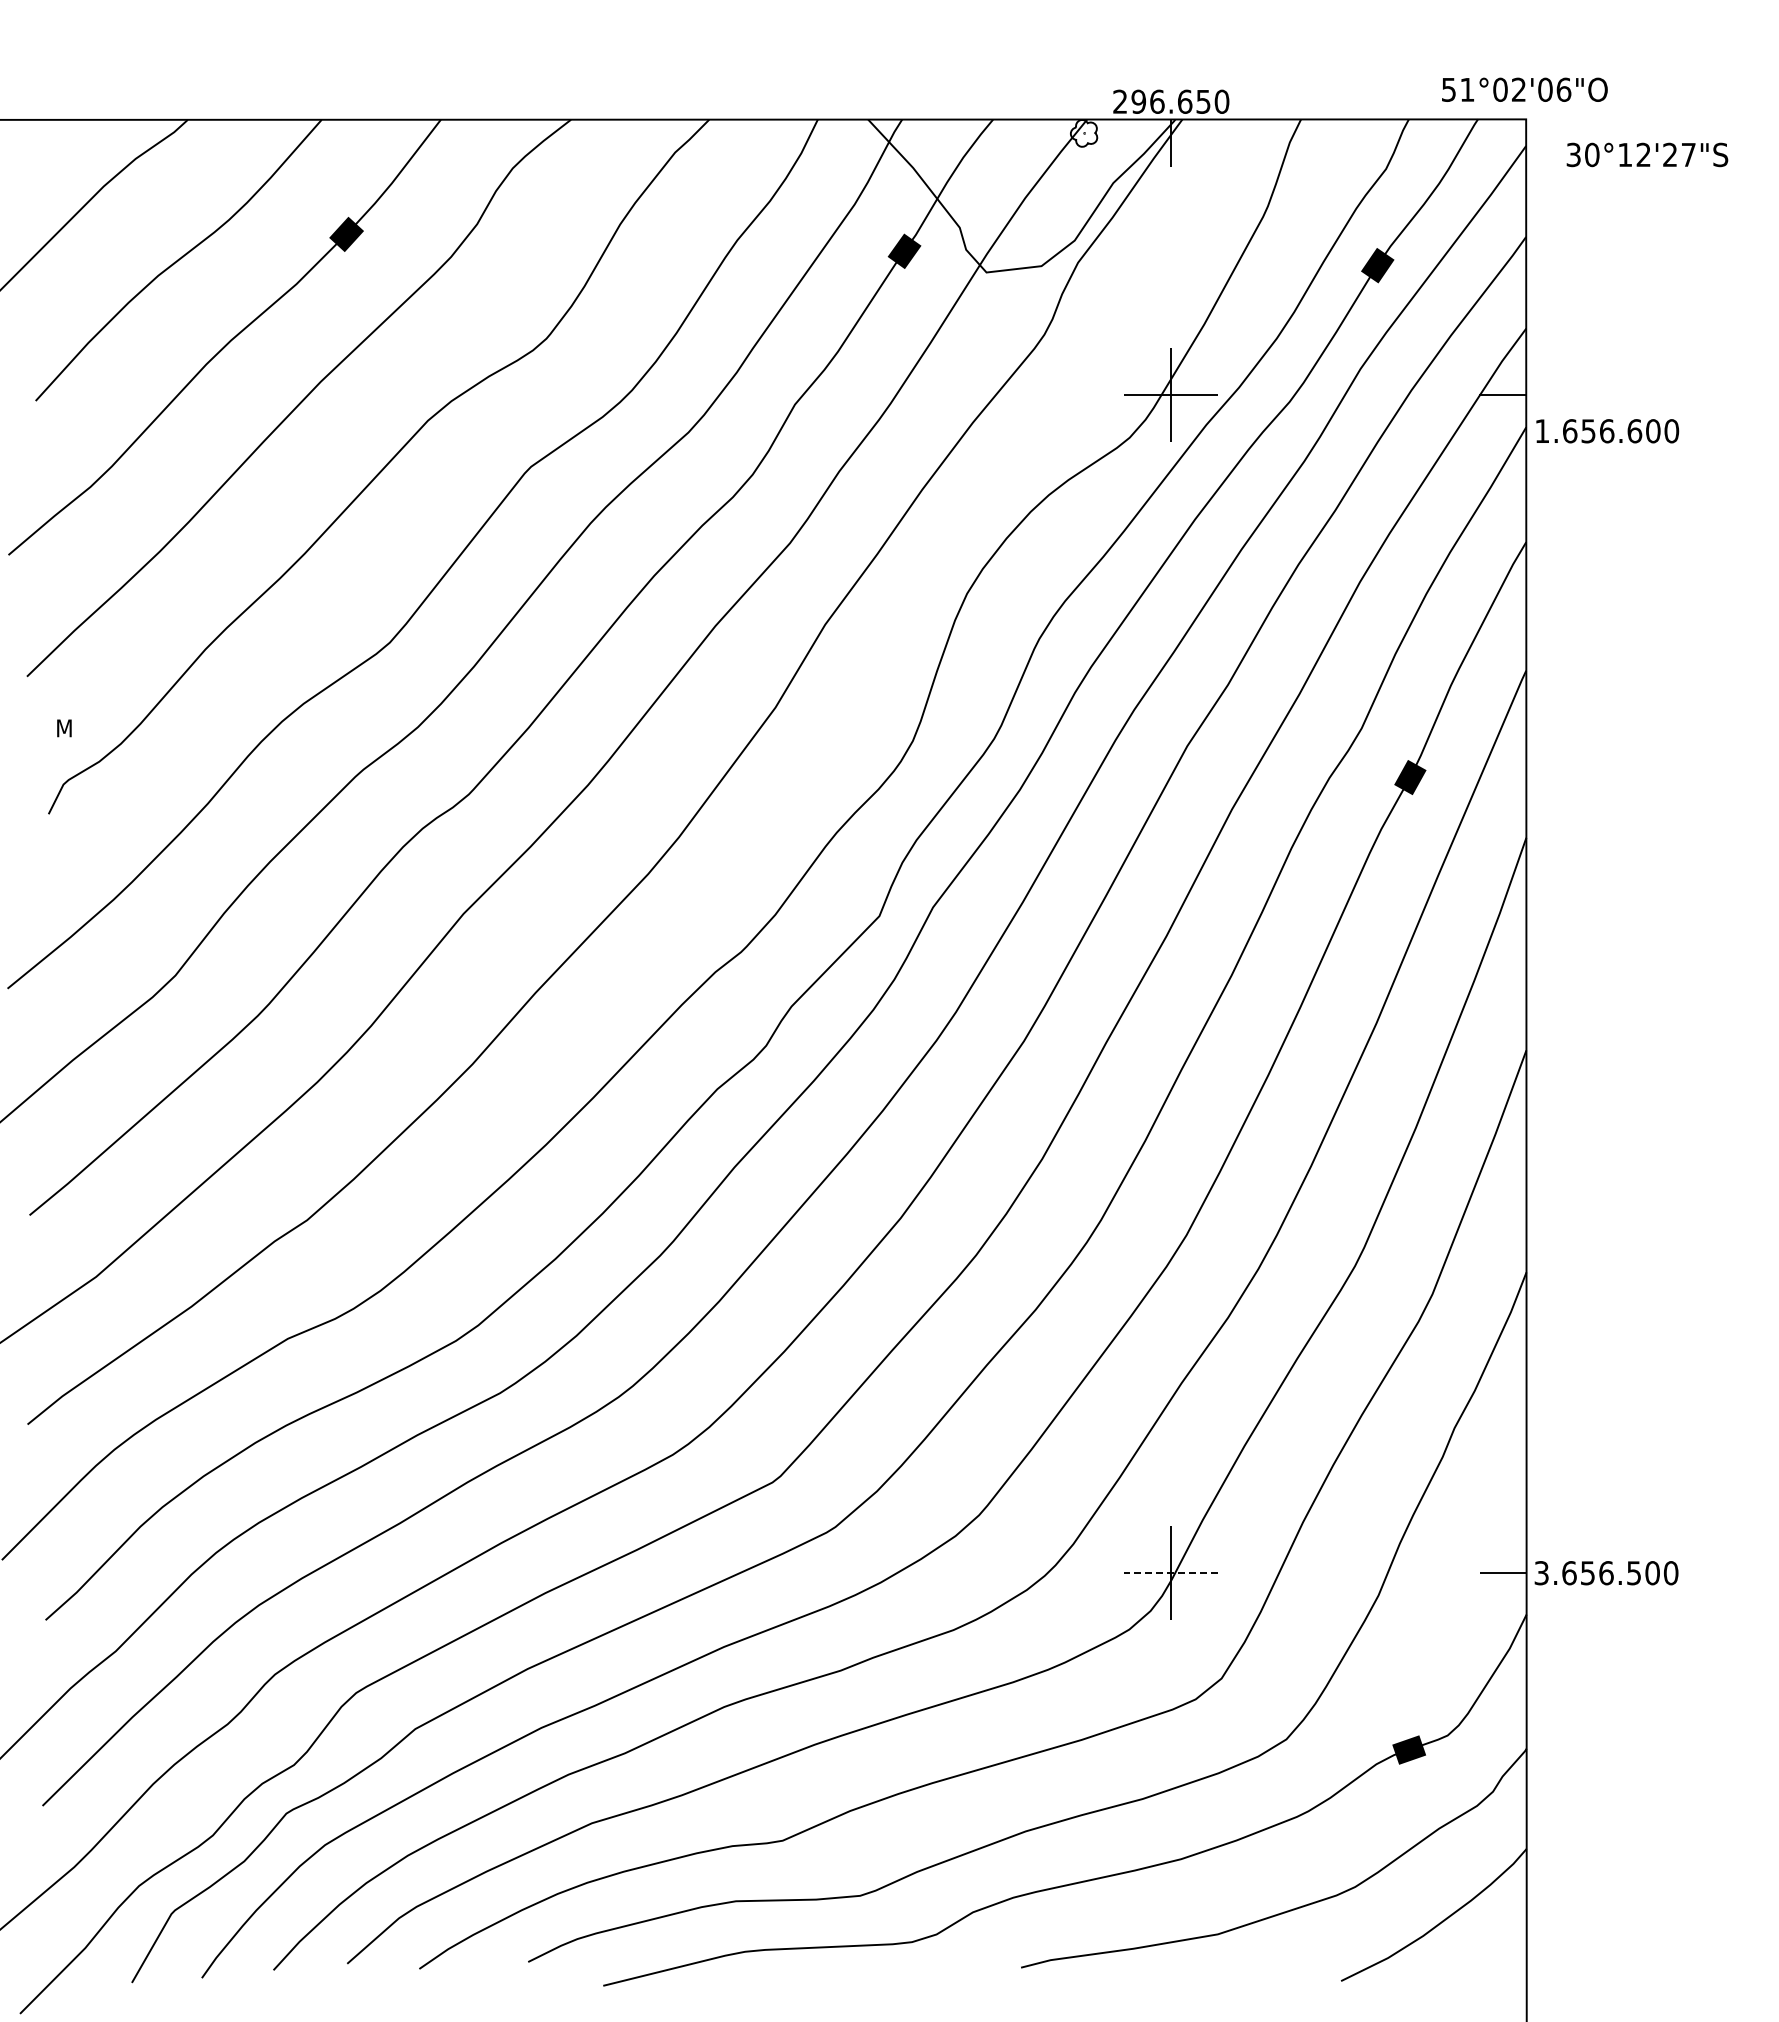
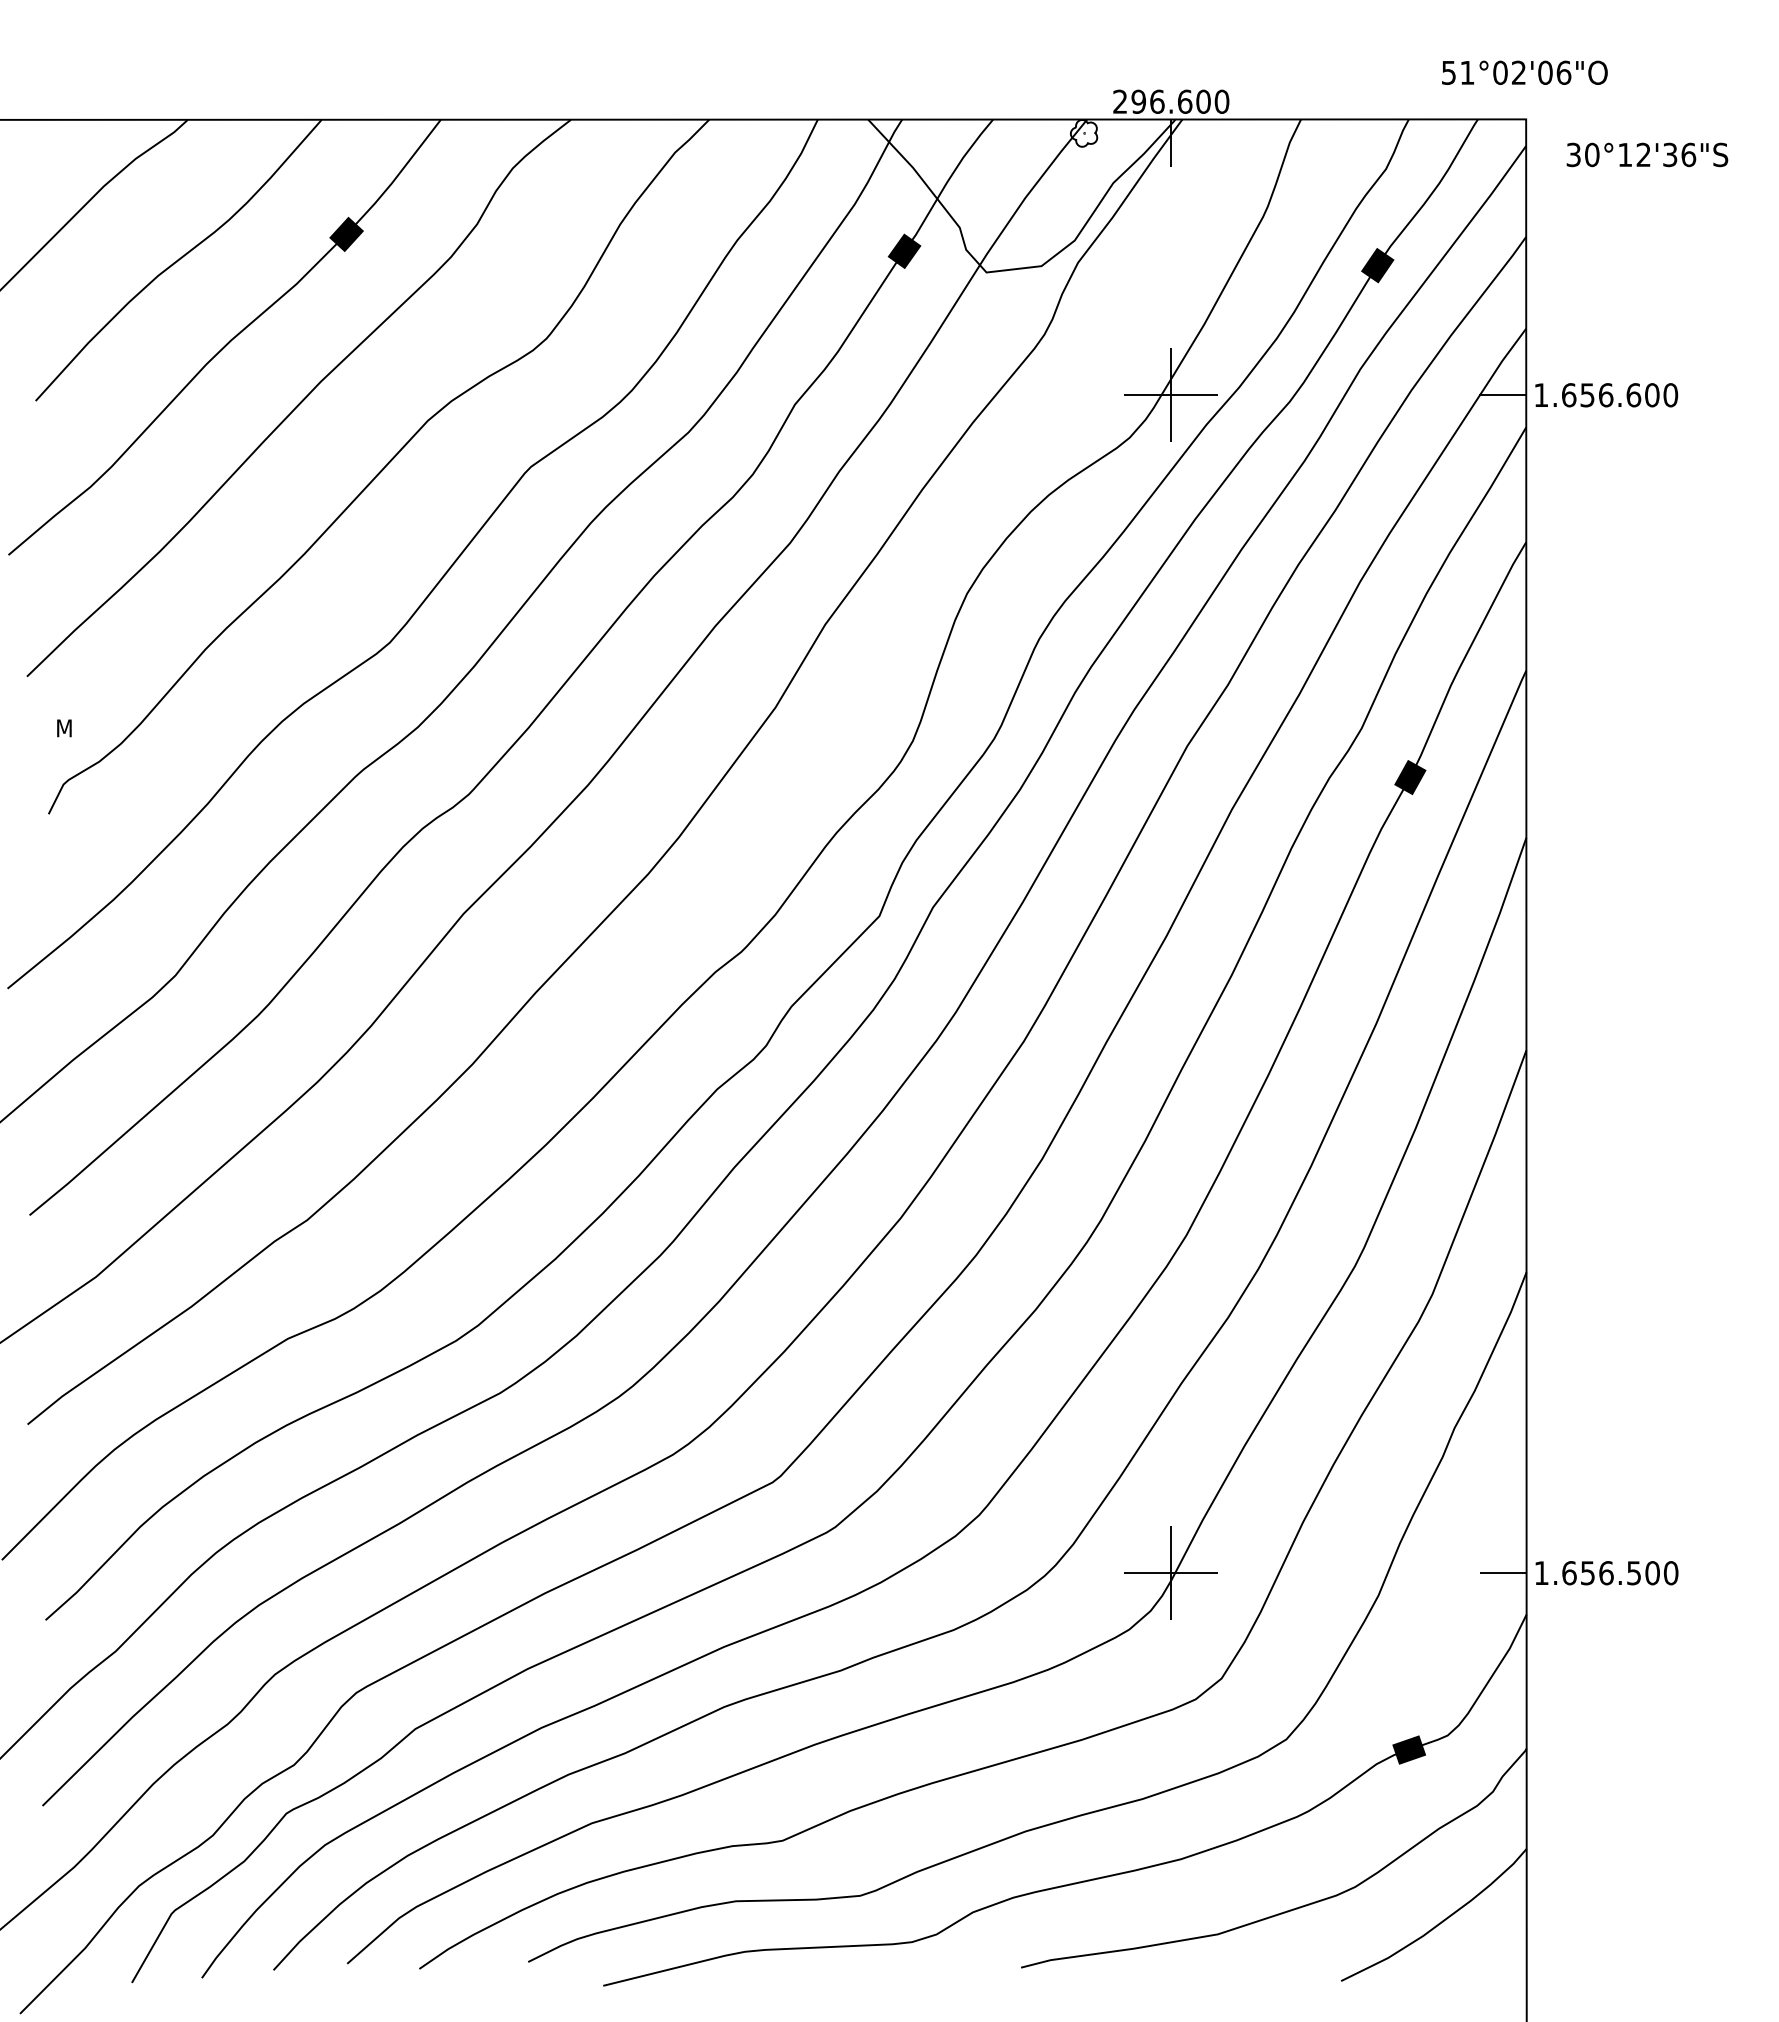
text at (1524, 89) position: (1524, 89) -> (1524, 72)
text at (1203, 101): 296.650 -> 296.600
text at (1679, 154): 30°12'27"S -> 30°12'36"S
text at (1607, 431) position: (1607, 431) -> (1606, 395)
line at (1170, 1573): dashed -> solid
text at (1541, 1573): 3.656.500 -> 1.656.500
